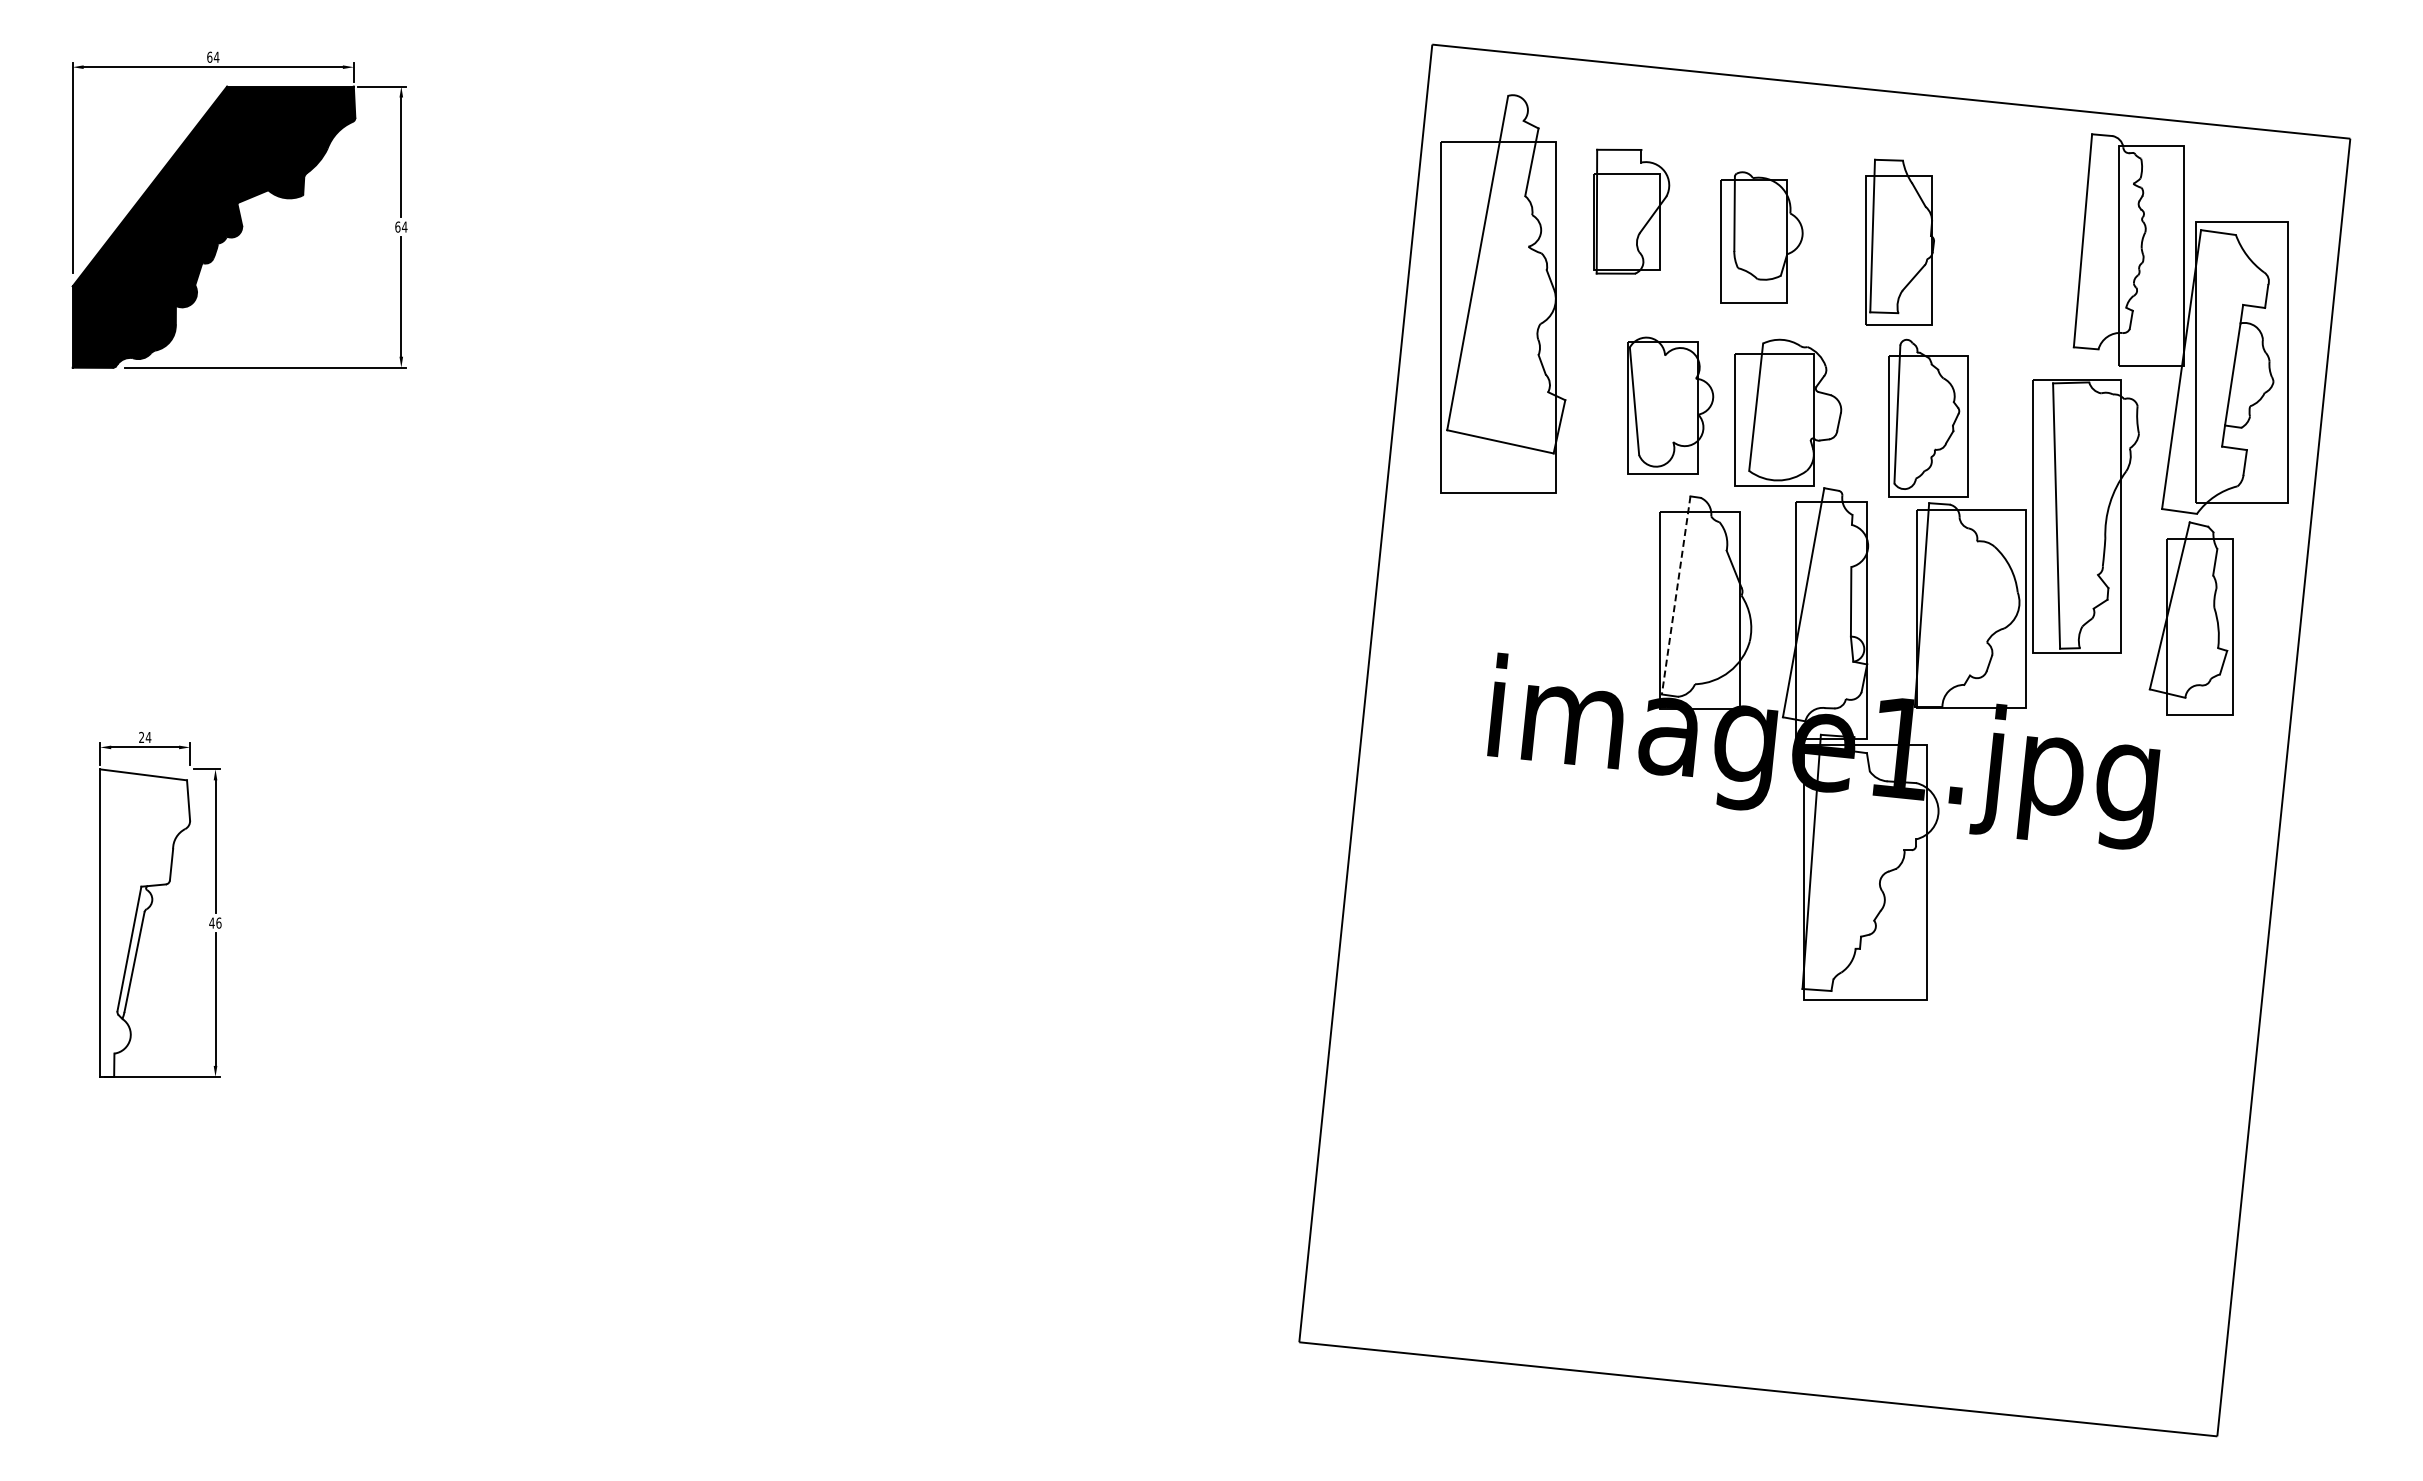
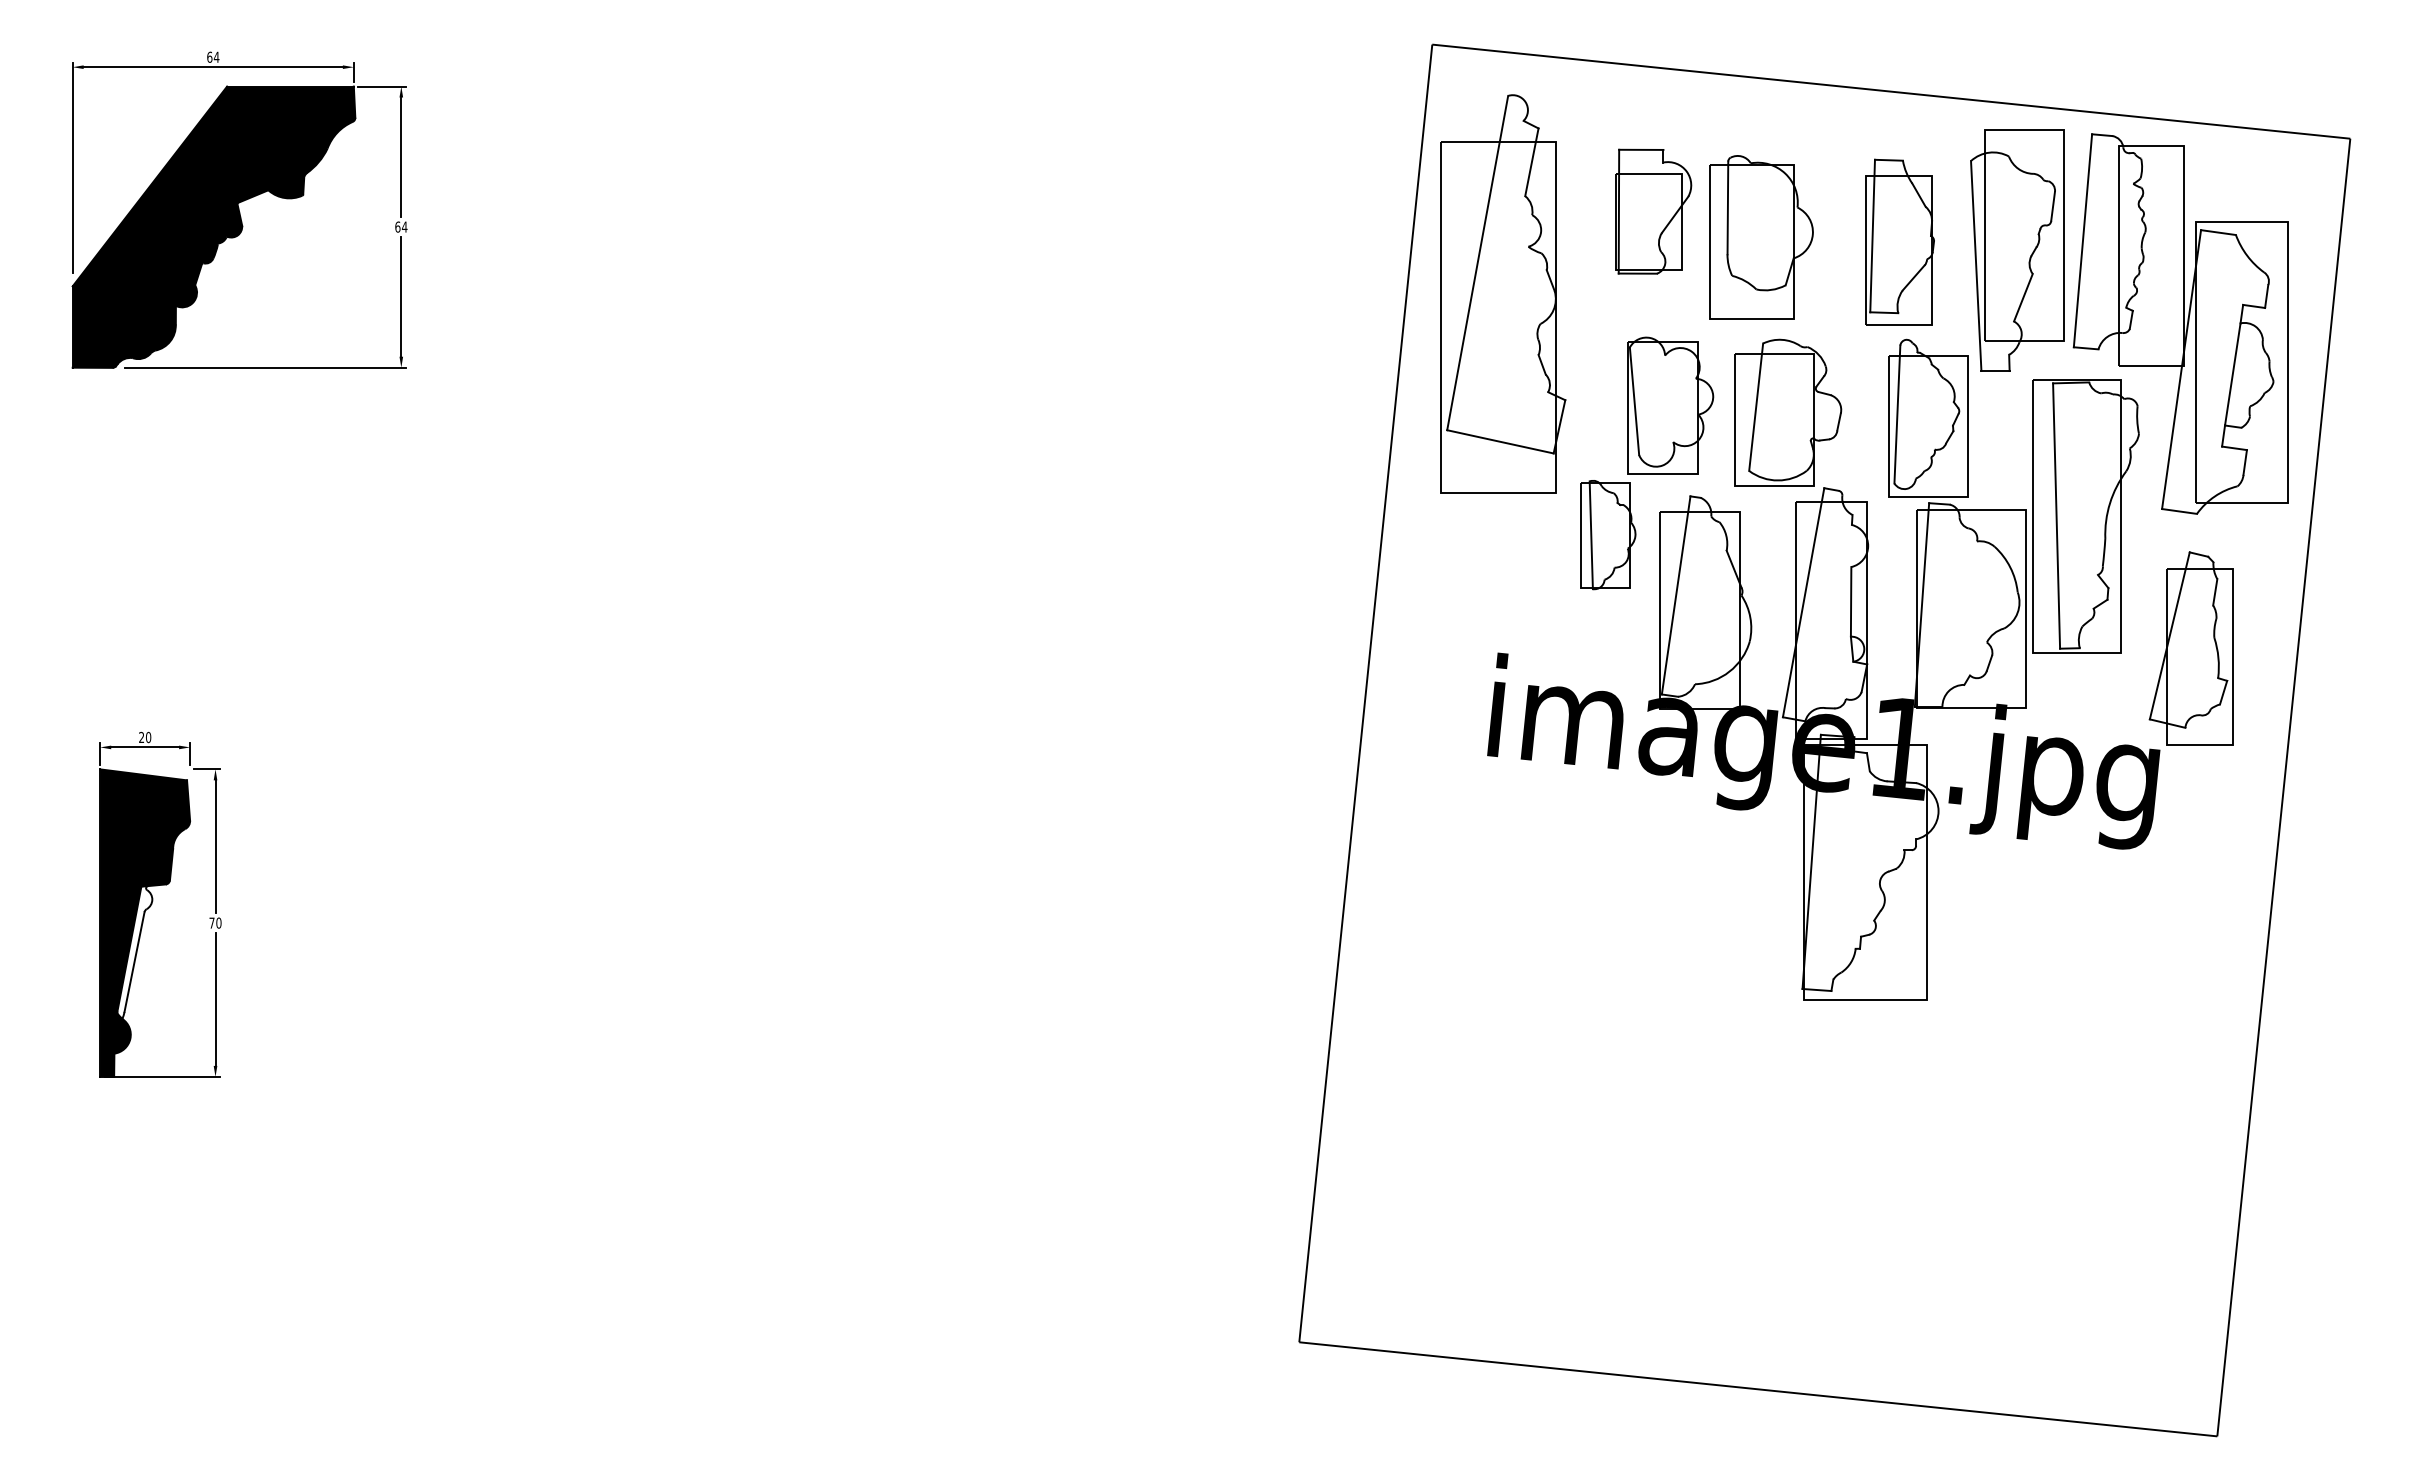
part at (1631, 211) position: (1631, 211) -> (1653, 211)
part at (1761, 237) size: 84x133 px -> 105x165 px
part at (2017, 250): none -> present
part at (1608, 535): none -> present
line at (1676, 595): dashed -> solid
part at (2190, 618) position: (2190, 618) -> (2190, 648)
text at (148, 737): 24 -> 20
fill at (145, 922): none -> present
text at (215, 922): 46 -> 70
